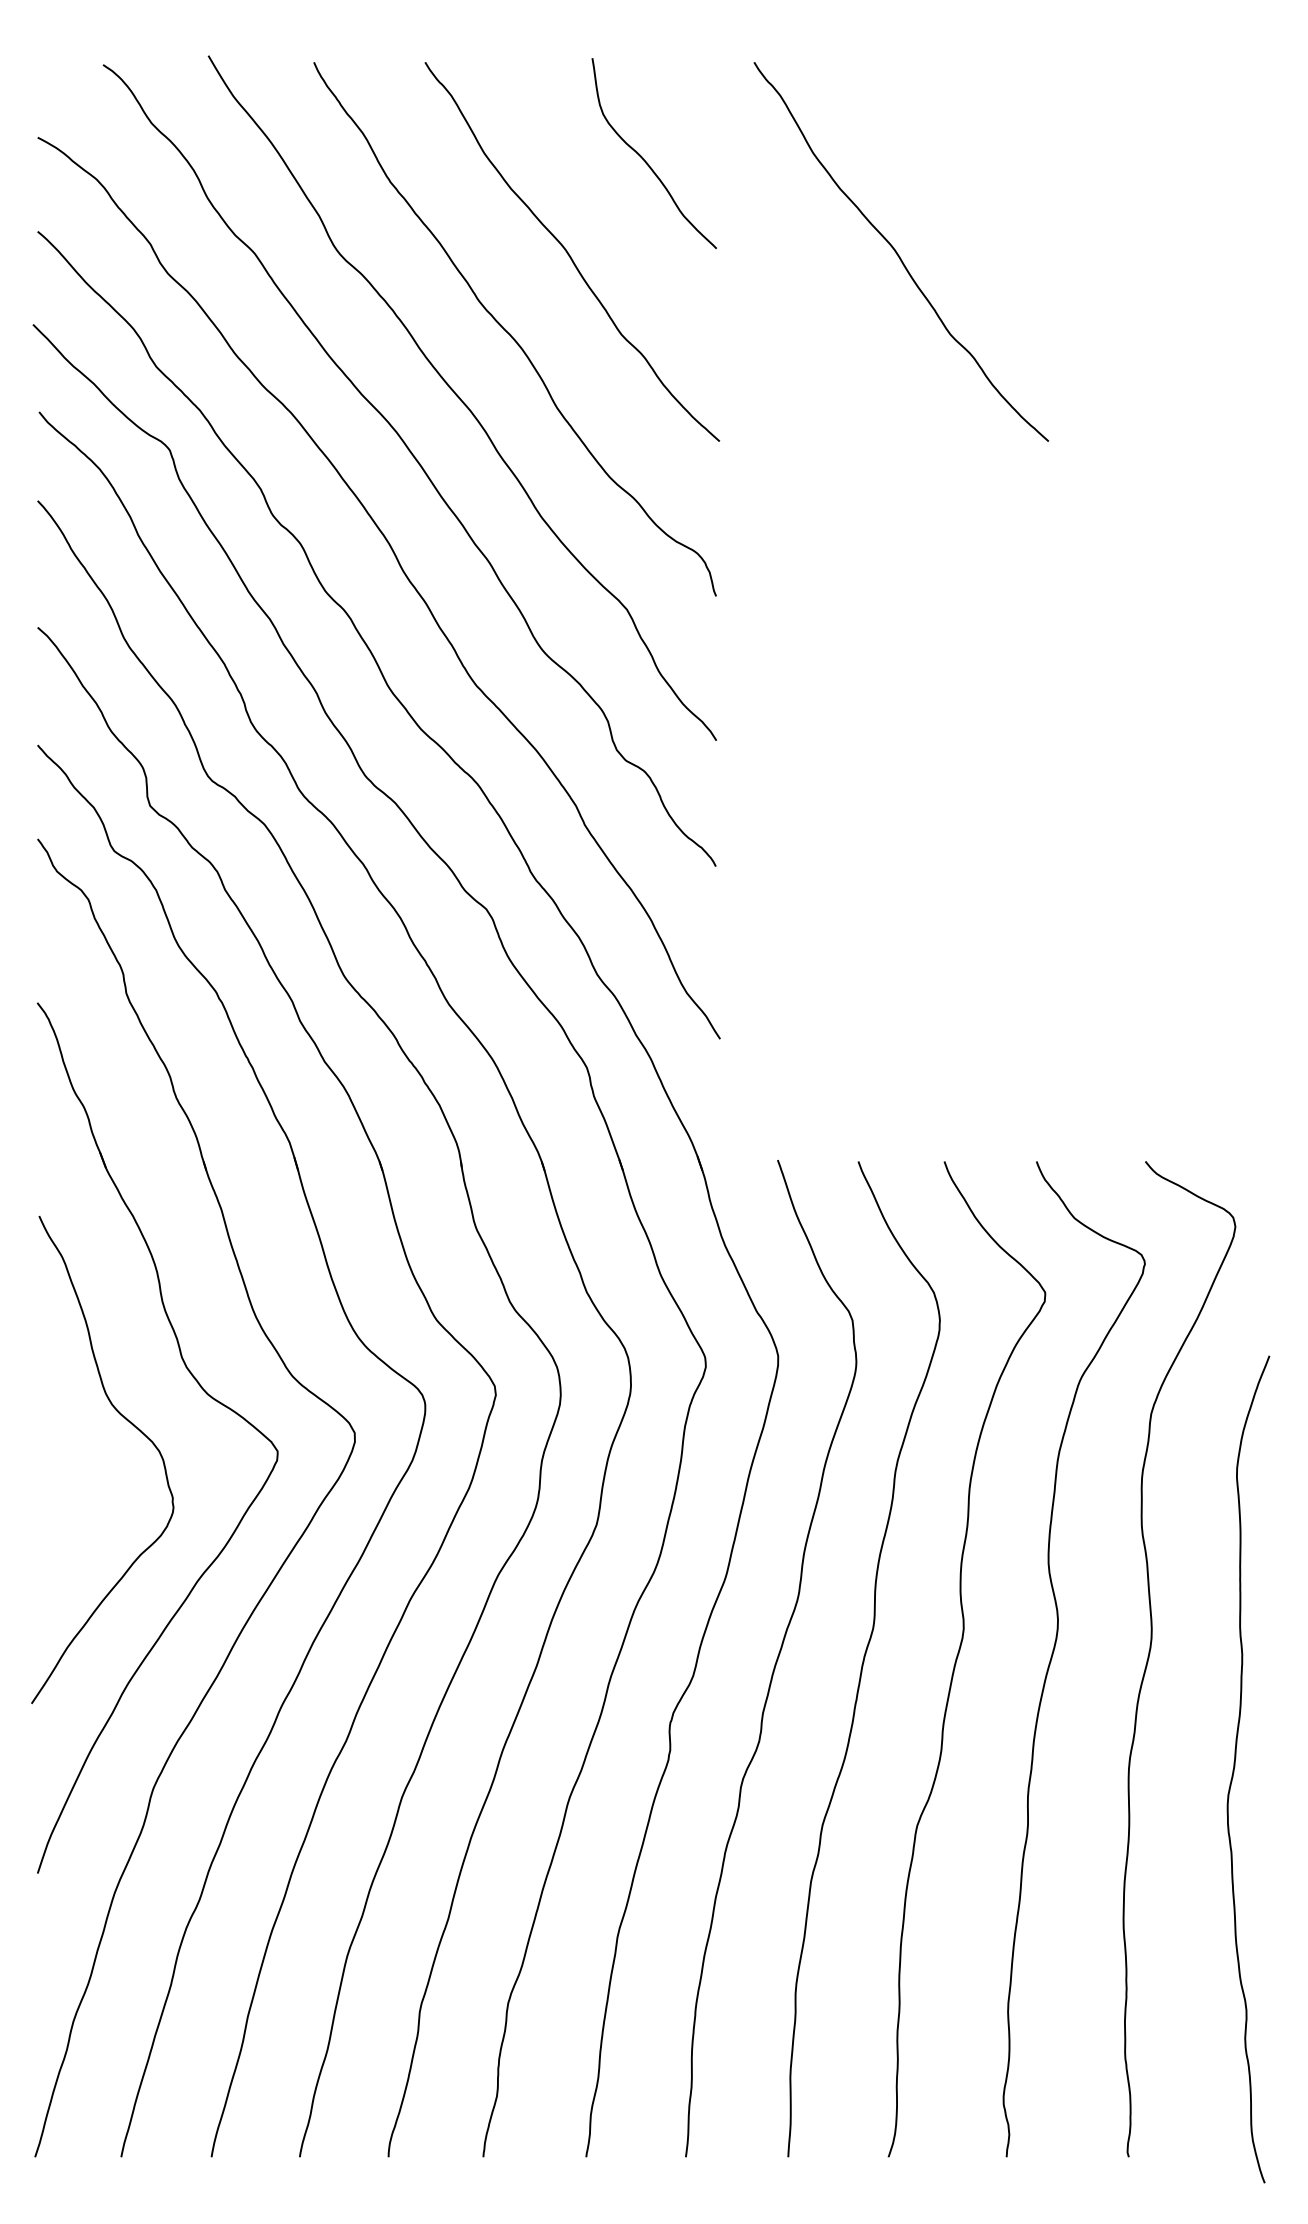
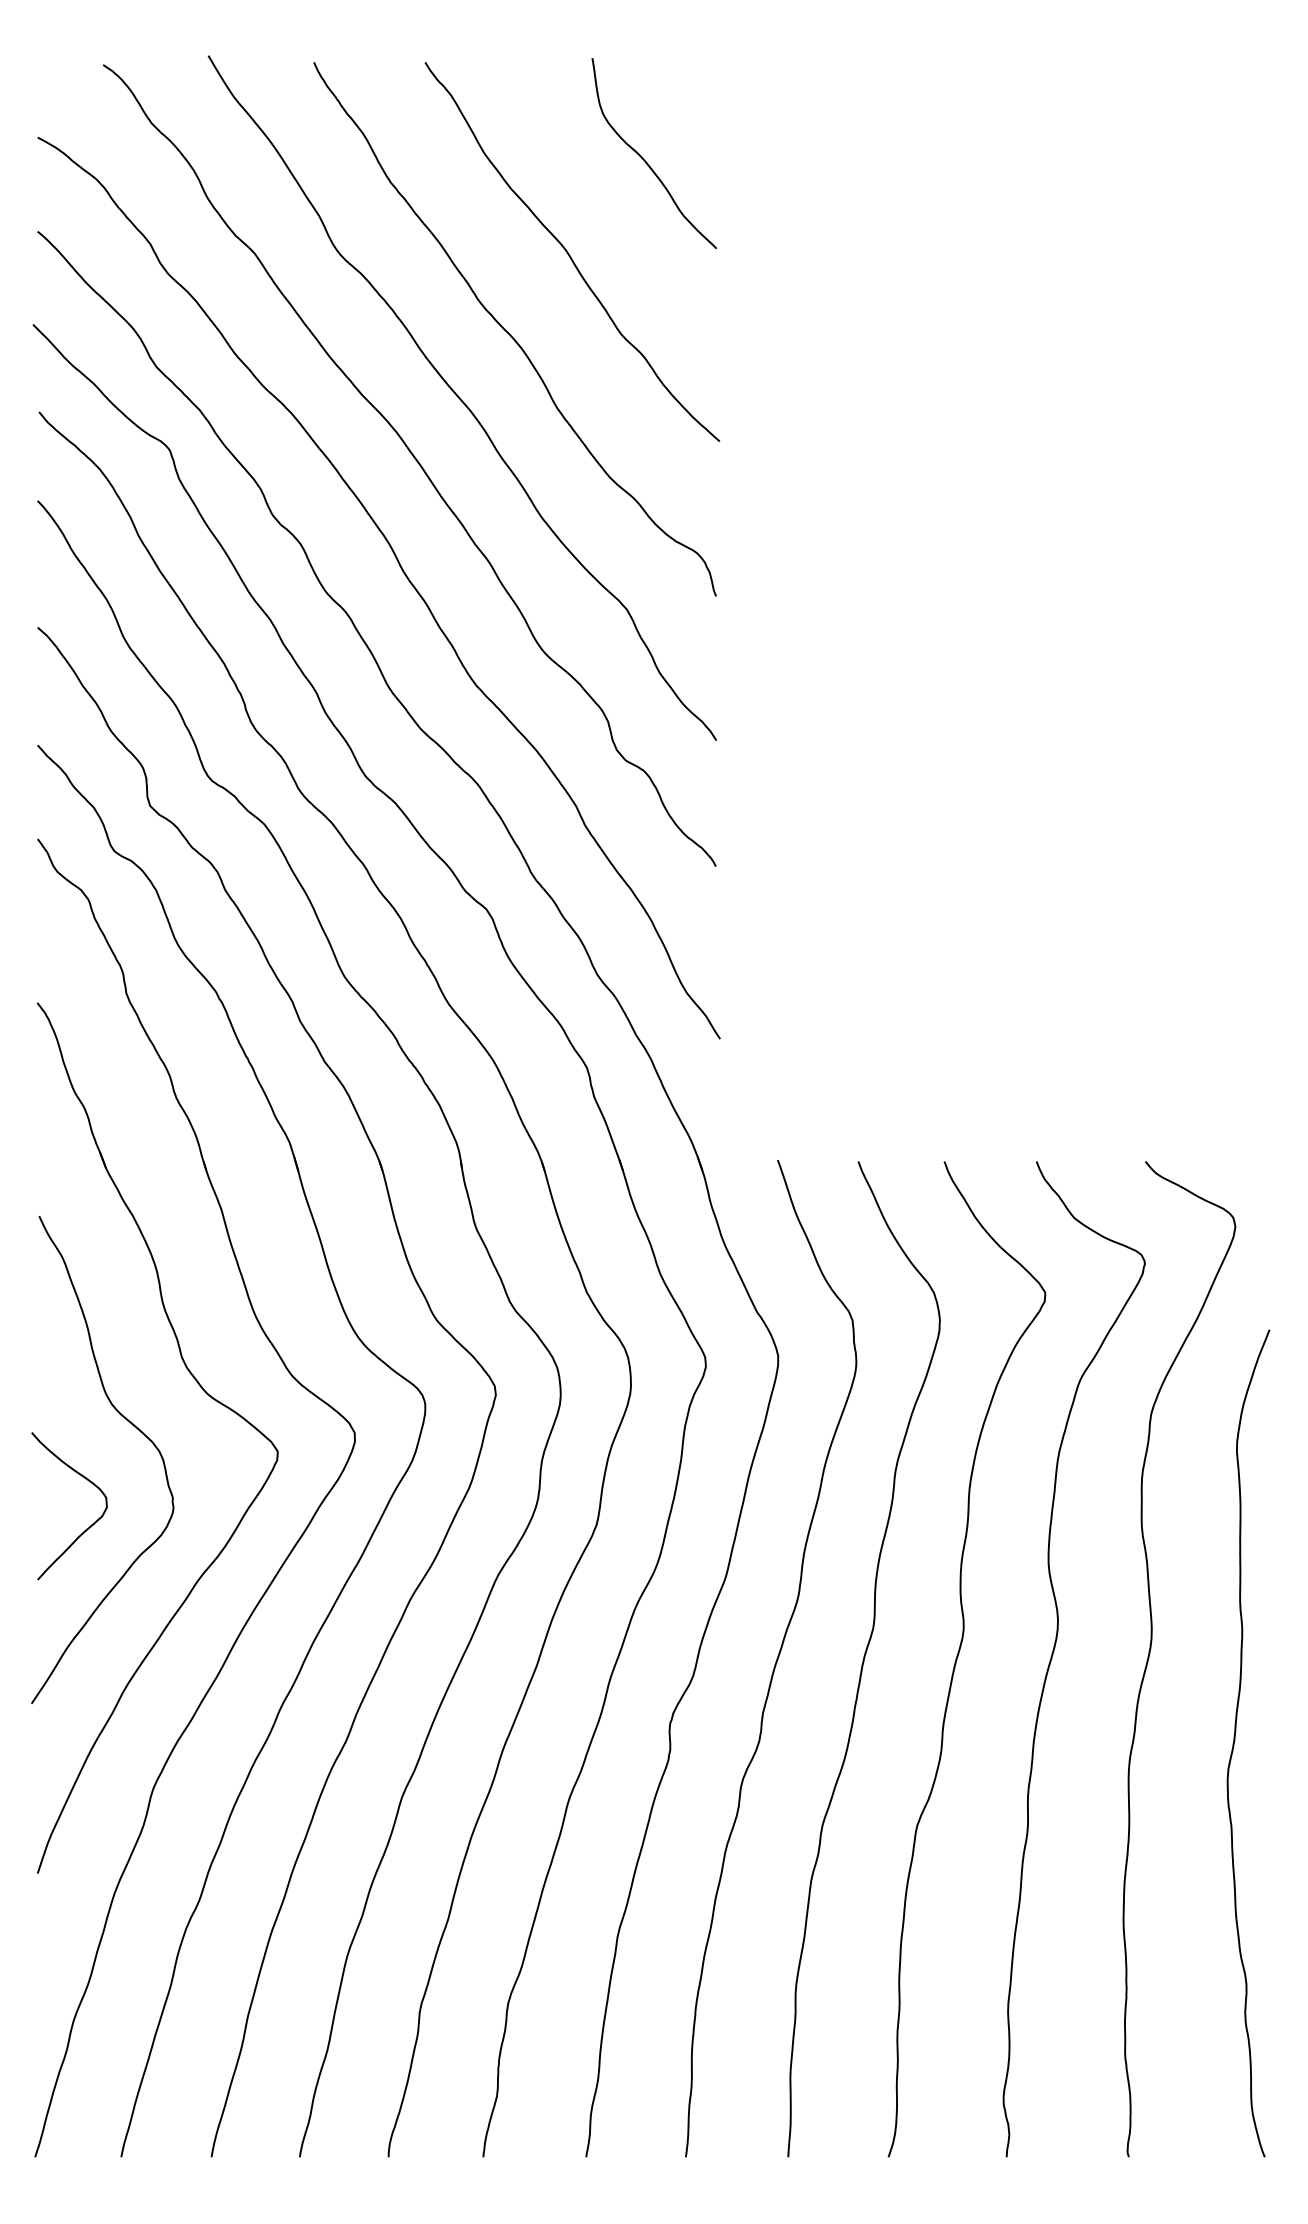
curve at (898, 253): present -> none
curve at (86, 1528): none -> present
curve at (1235, 1767) position: (1235, 1767) -> (1235, 1741)
